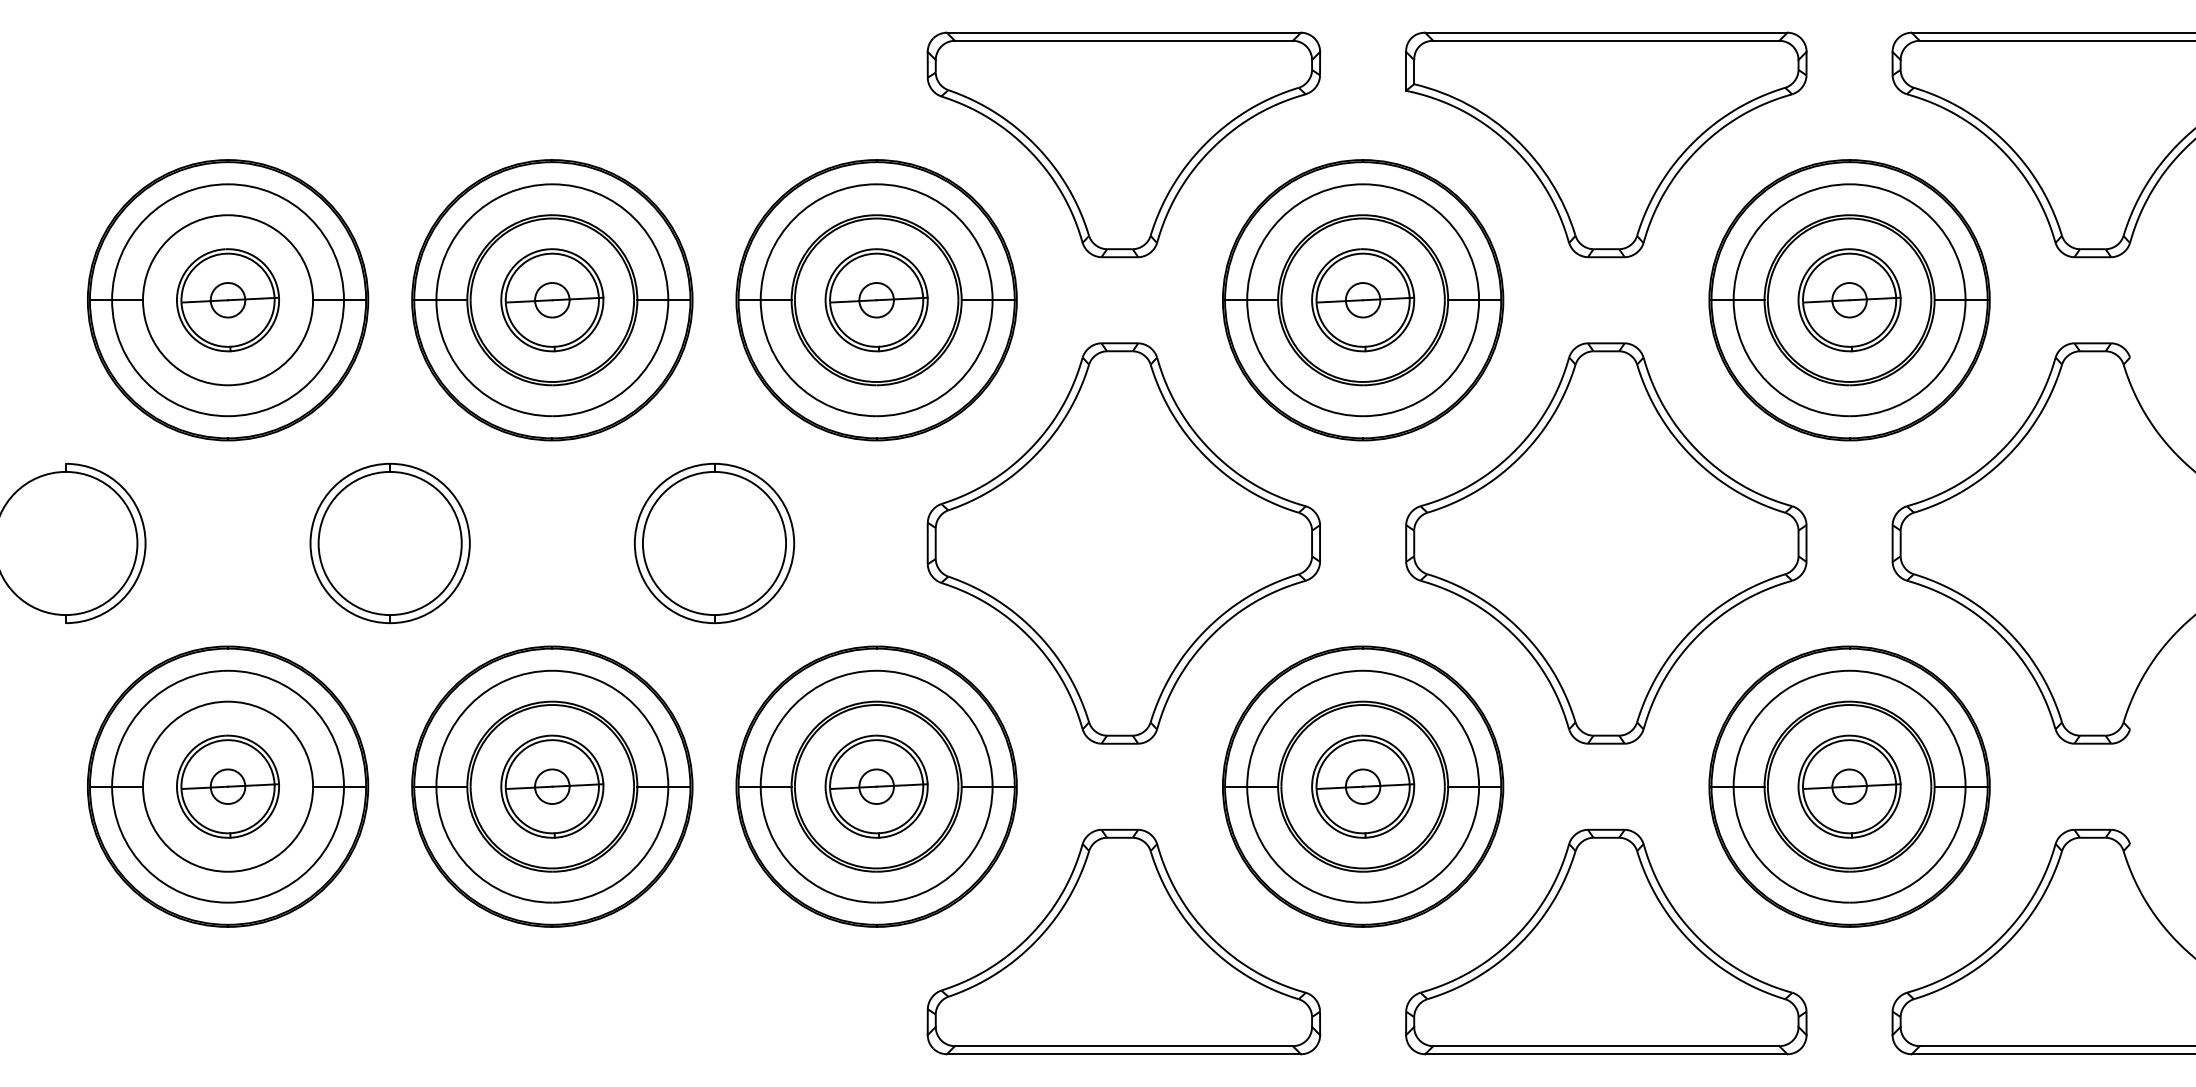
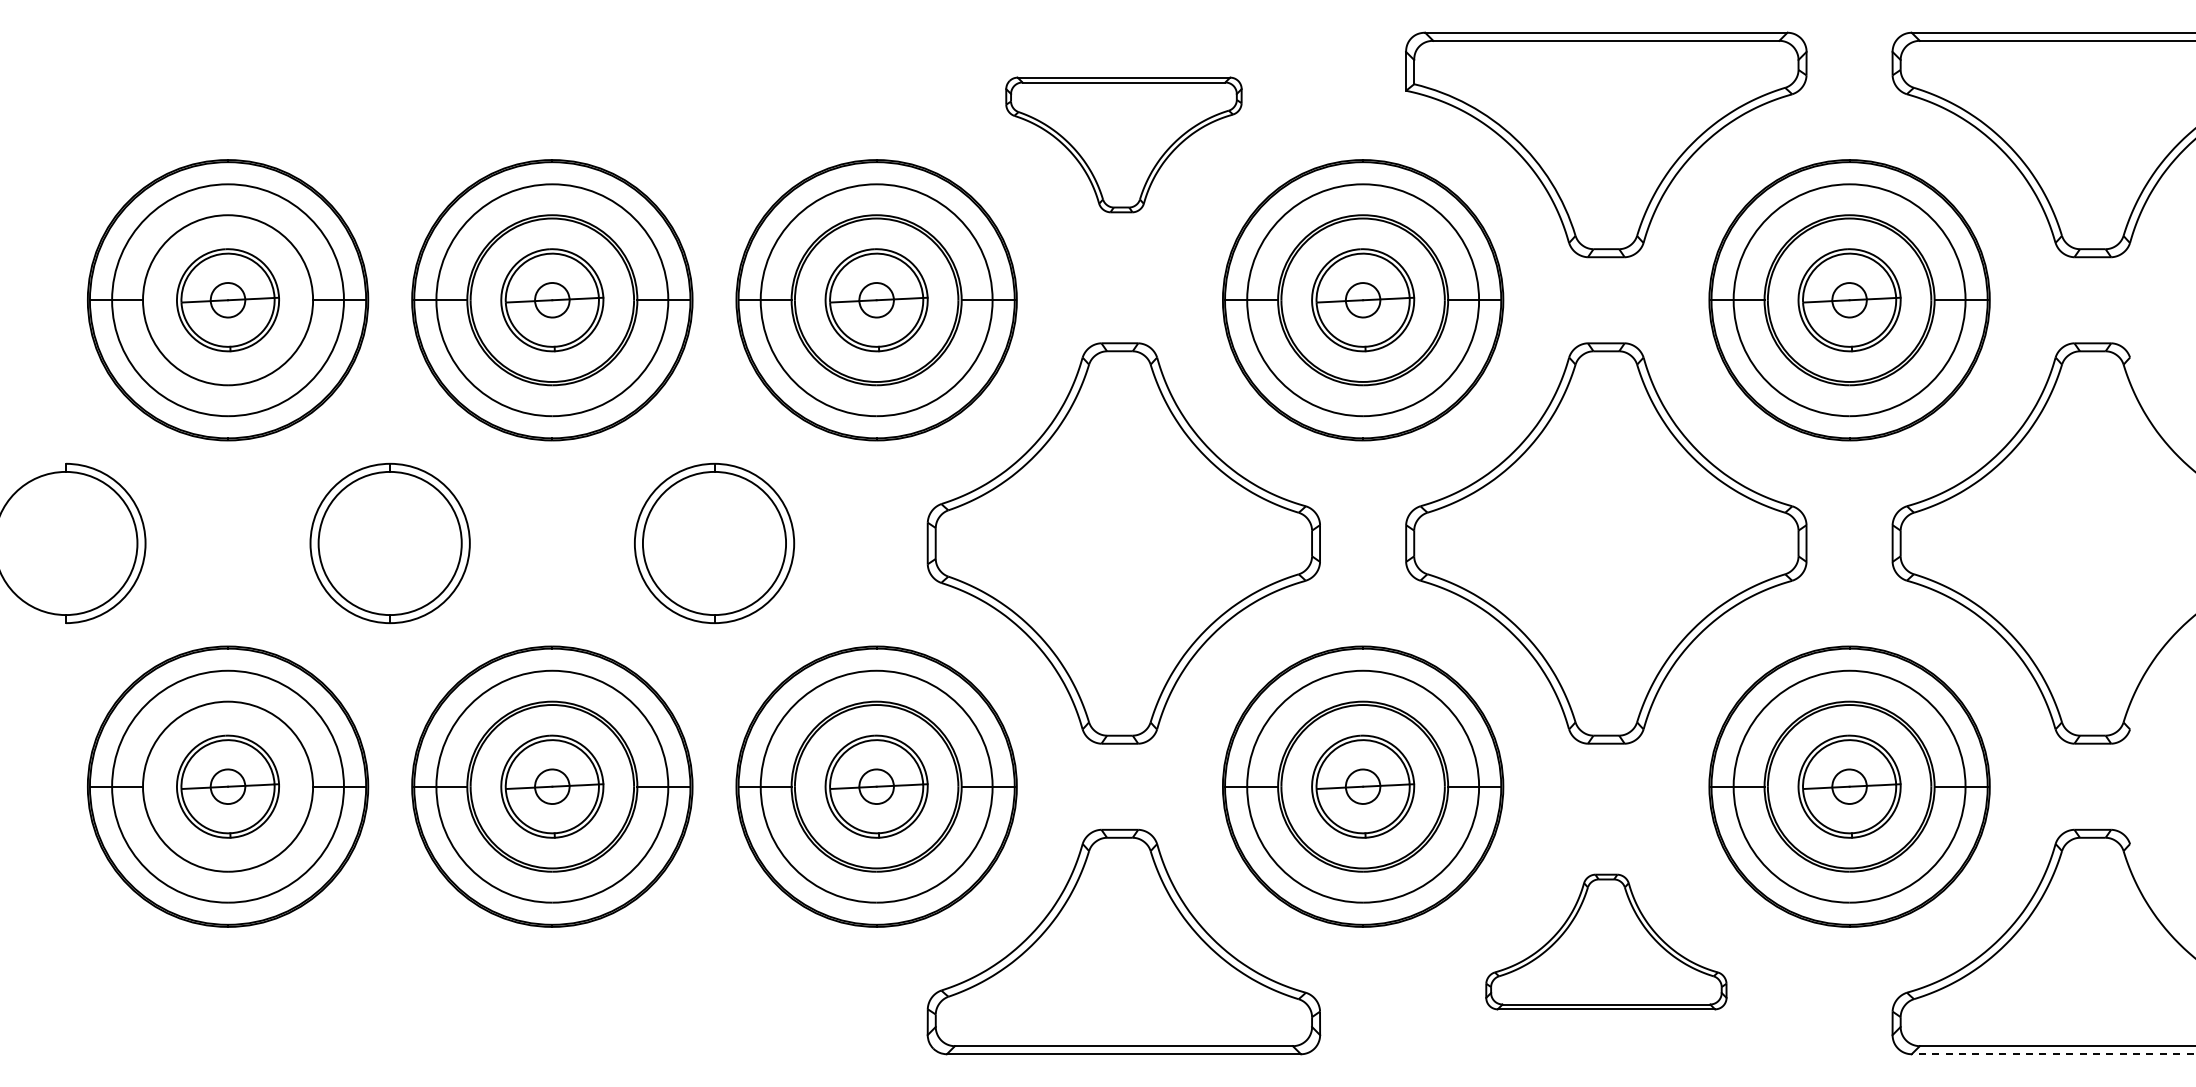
part at (1123, 144) size: 396x228 px -> 238x138 px
part at (1606, 941) size: 403x228 px -> 243x138 px
line at (2053, 1054): solid -> dashed
